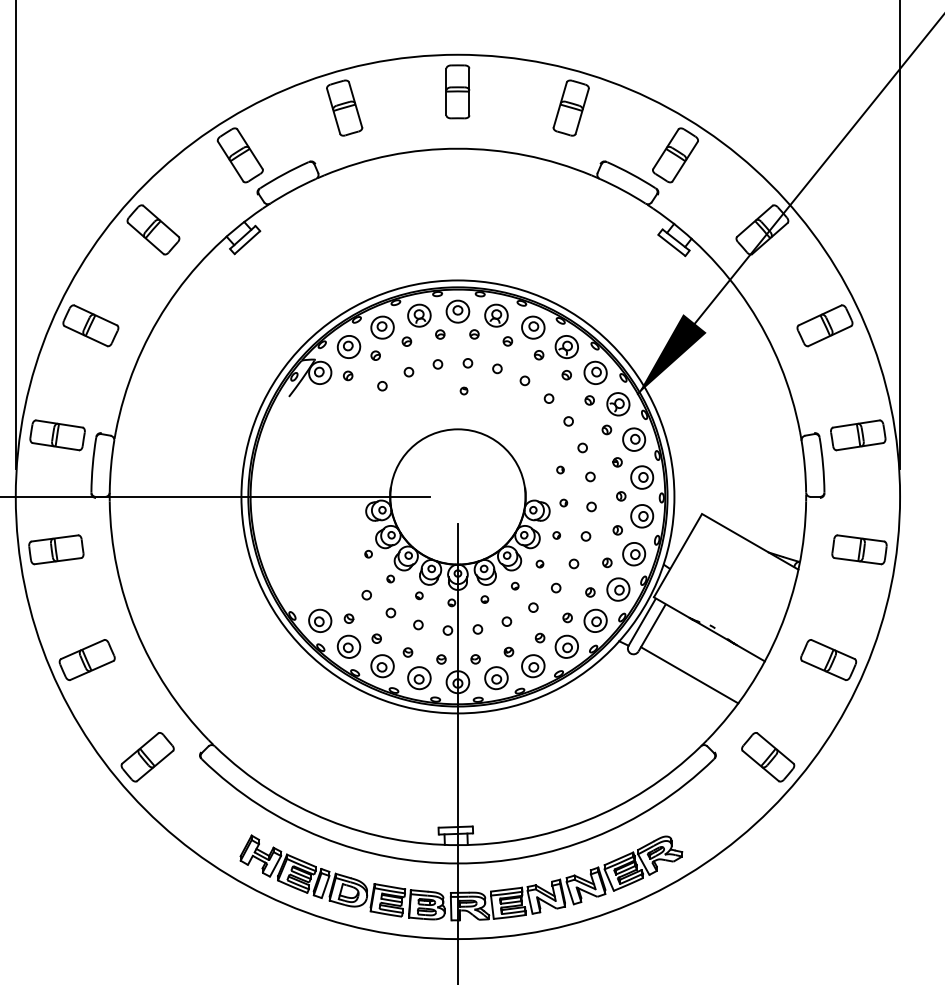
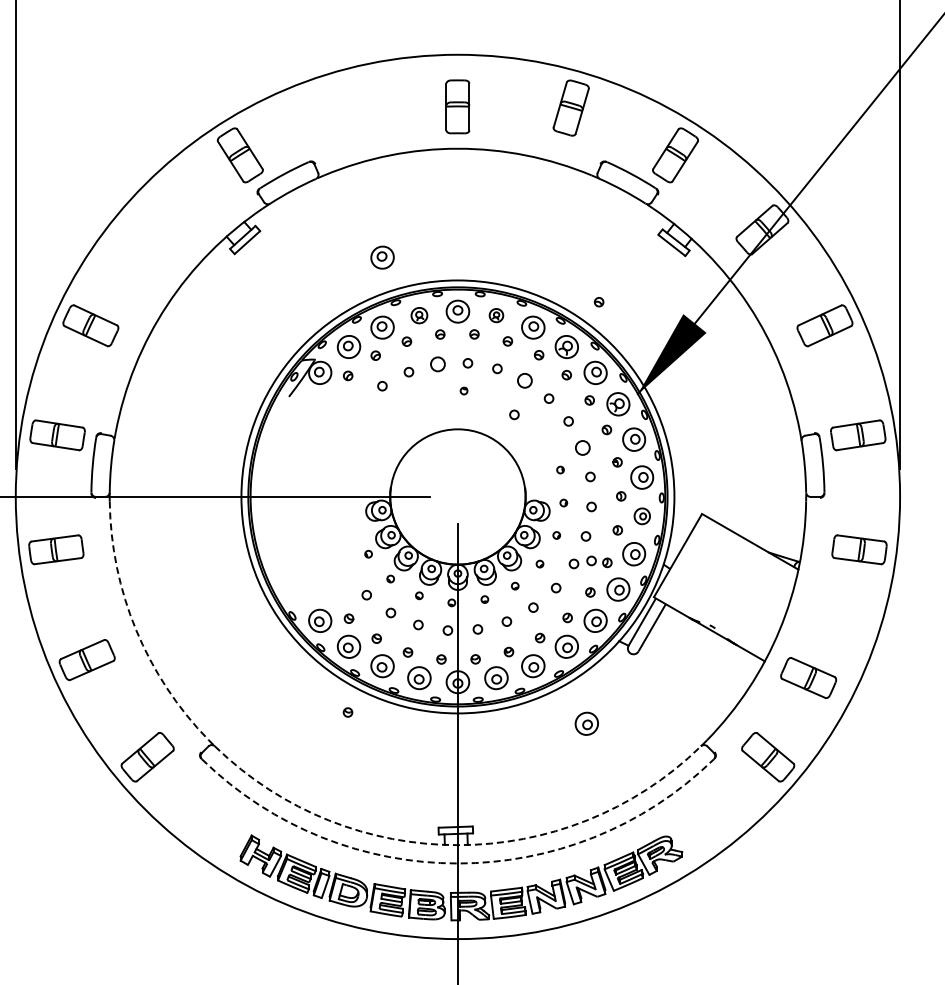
part at (457, 91) position: (457, 91) -> (457, 106)
part at (344, 107): present -> none
part at (153, 229): present -> none
part at (382, 257): none -> present
part at (598, 302): none -> present
part at (419, 315) size: 25x25 px -> 19x18 px
part at (496, 315) size: 25x25 px -> 17x16 px
circle at (437, 364) size: 12x11 px -> 16x17 px
circle at (524, 380) size: 12x12 px -> 16x16 px
circle at (514, 414): none -> present
circle at (582, 447) size: 11x12 px -> 16x16 px
part at (642, 516) size: 25x25 px -> 18x19 px
circle at (591, 560): none -> present
arc at (136, 630): solid -> dashed
part at (828, 659) position: (828, 659) -> (808, 677)
line at (689, 675): present -> none
part at (347, 712): none -> present
part at (586, 723): none -> present
arc at (457, 845): solid -> dashed
arc at (457, 863): solid -> dashed
